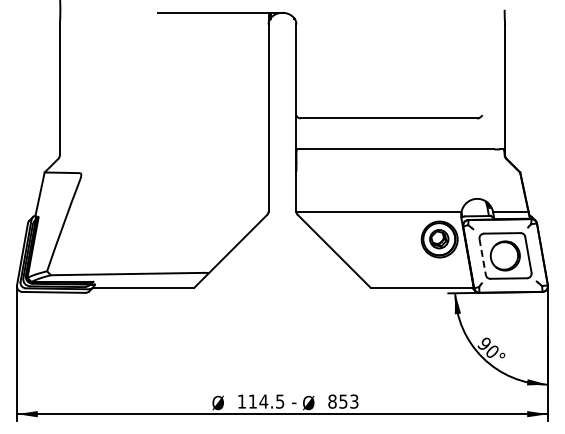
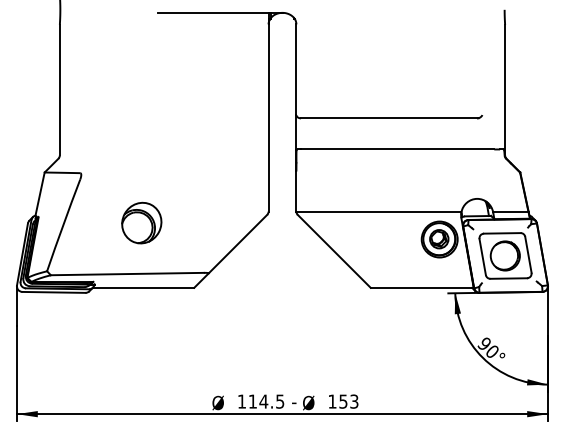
part at (141, 222): none -> present
line at (482, 257): dashed -> solid
text at (332, 401): 853 -> 153
